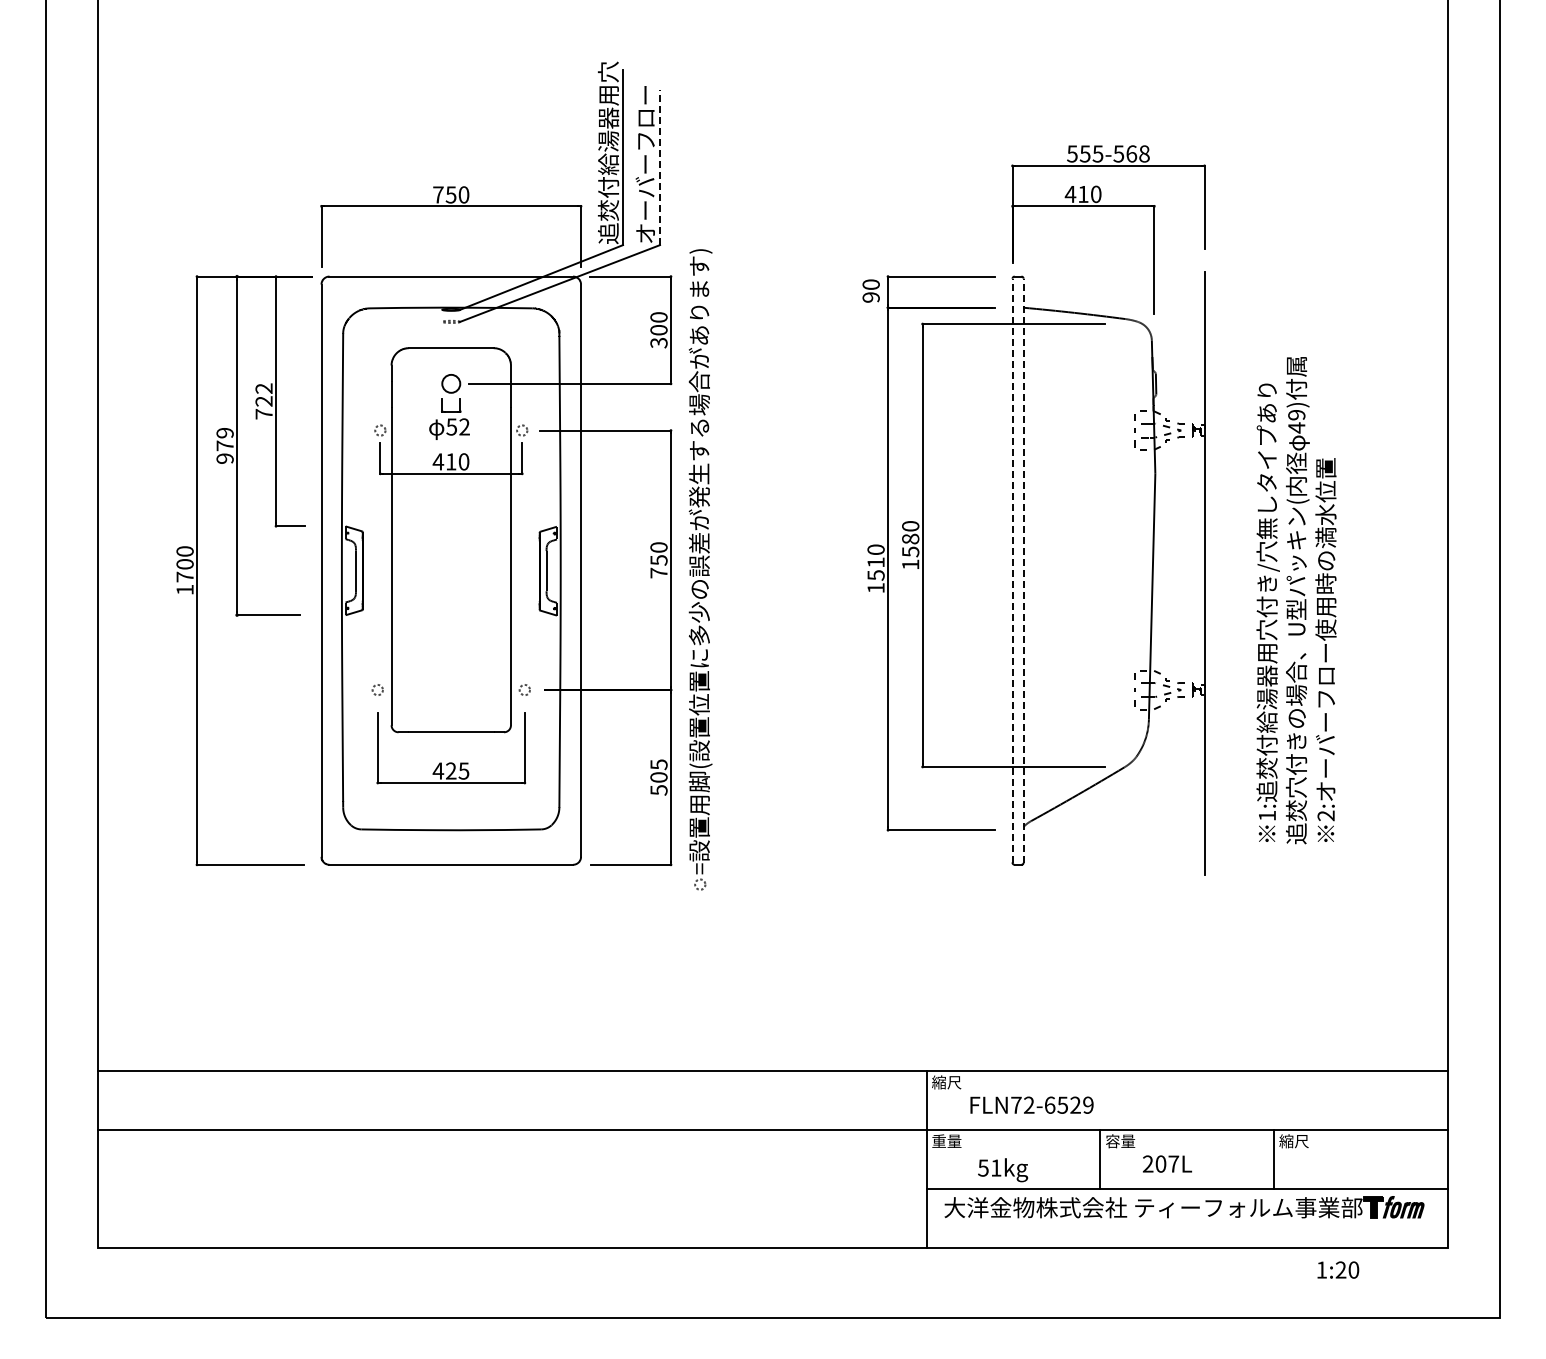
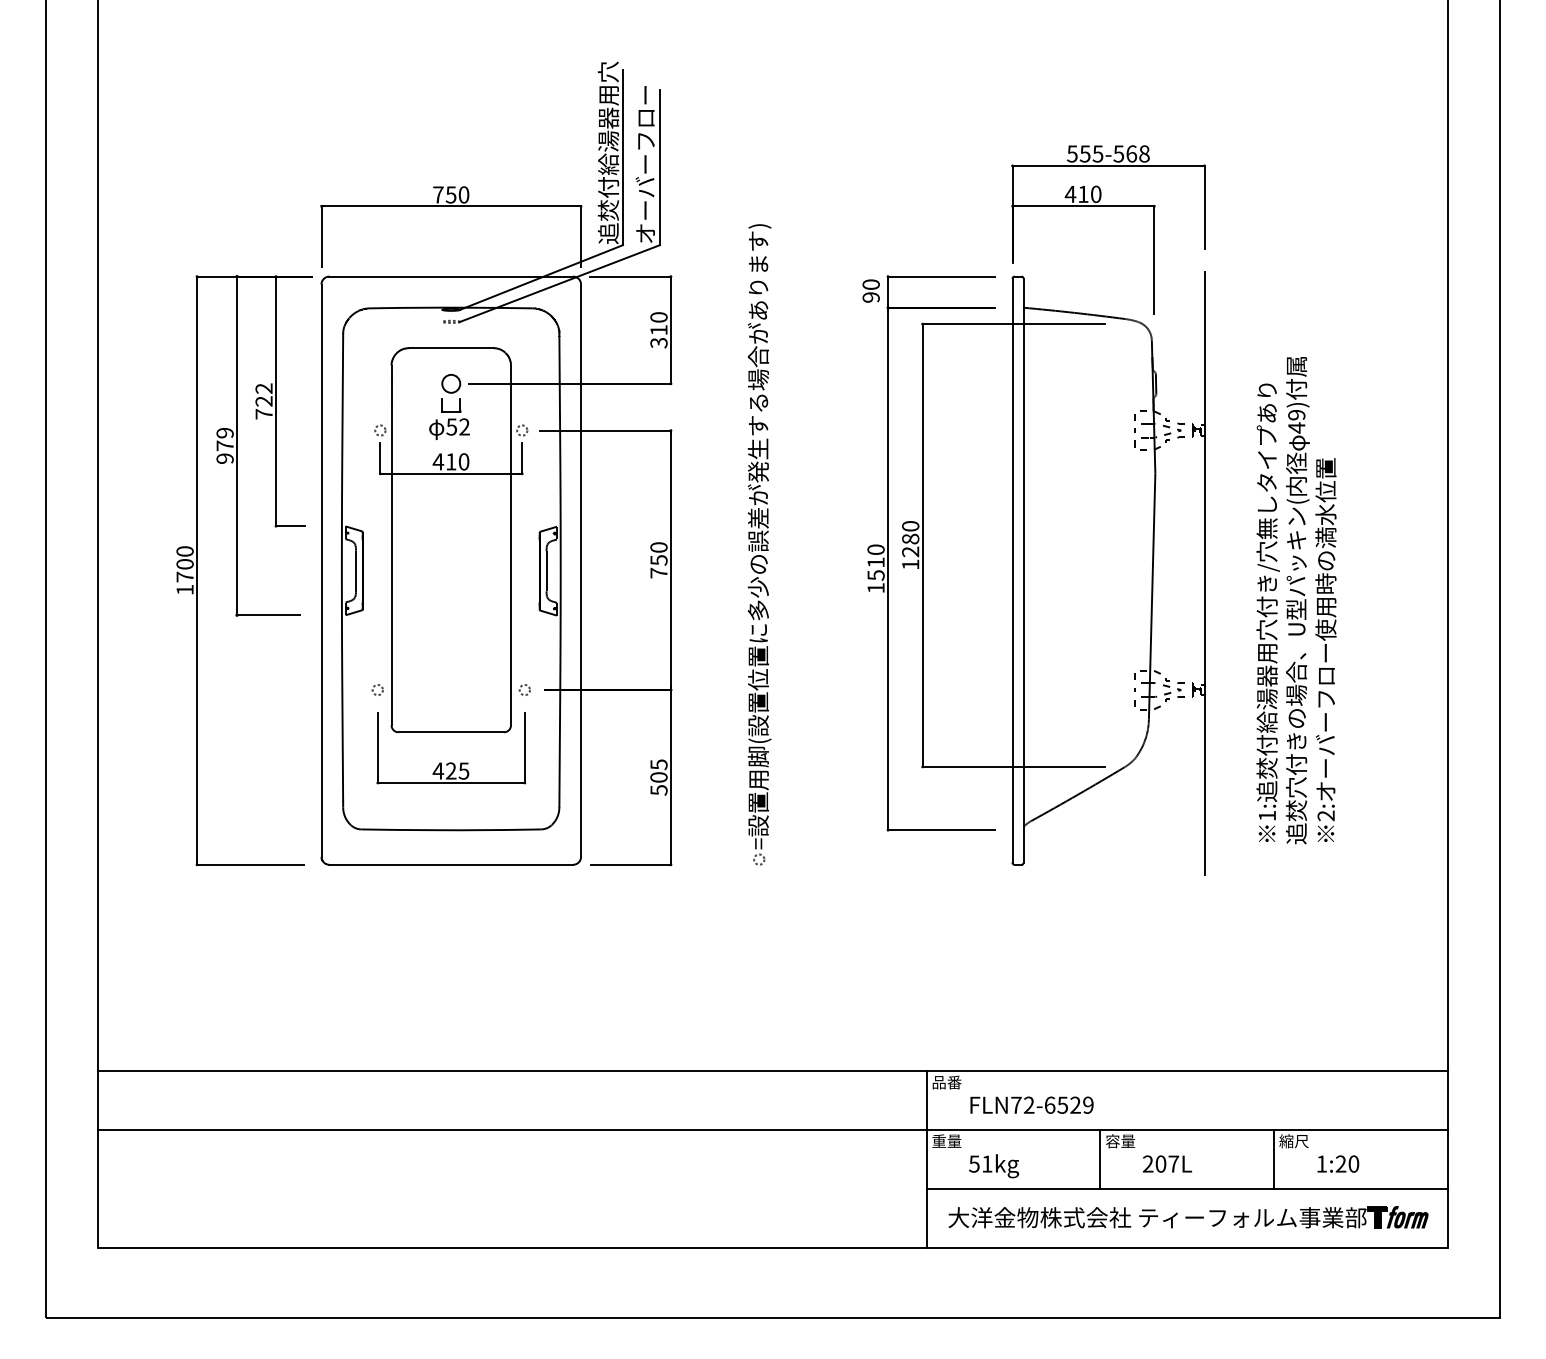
line at (660, 167): dashed -> solid
text at (658, 330): 300 -> 310
text at (910, 551): 1580 -> 1280
part at (700, 569) position: (700, 569) -> (759, 544)
line at (1012, 570): dashed -> solid
line at (1023, 570): dashed -> solid
text at (946, 1082): 縮尺 -> 品番
text at (1003, 1170) position: (1003, 1170) -> (994, 1166)
part at (1184, 1207) position: (1184, 1207) -> (1188, 1217)
text at (1338, 1269) position: (1338, 1269) -> (1338, 1163)
